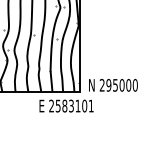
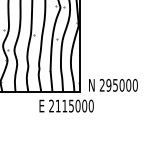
text at (74, 105): 2583101 -> 2115000
